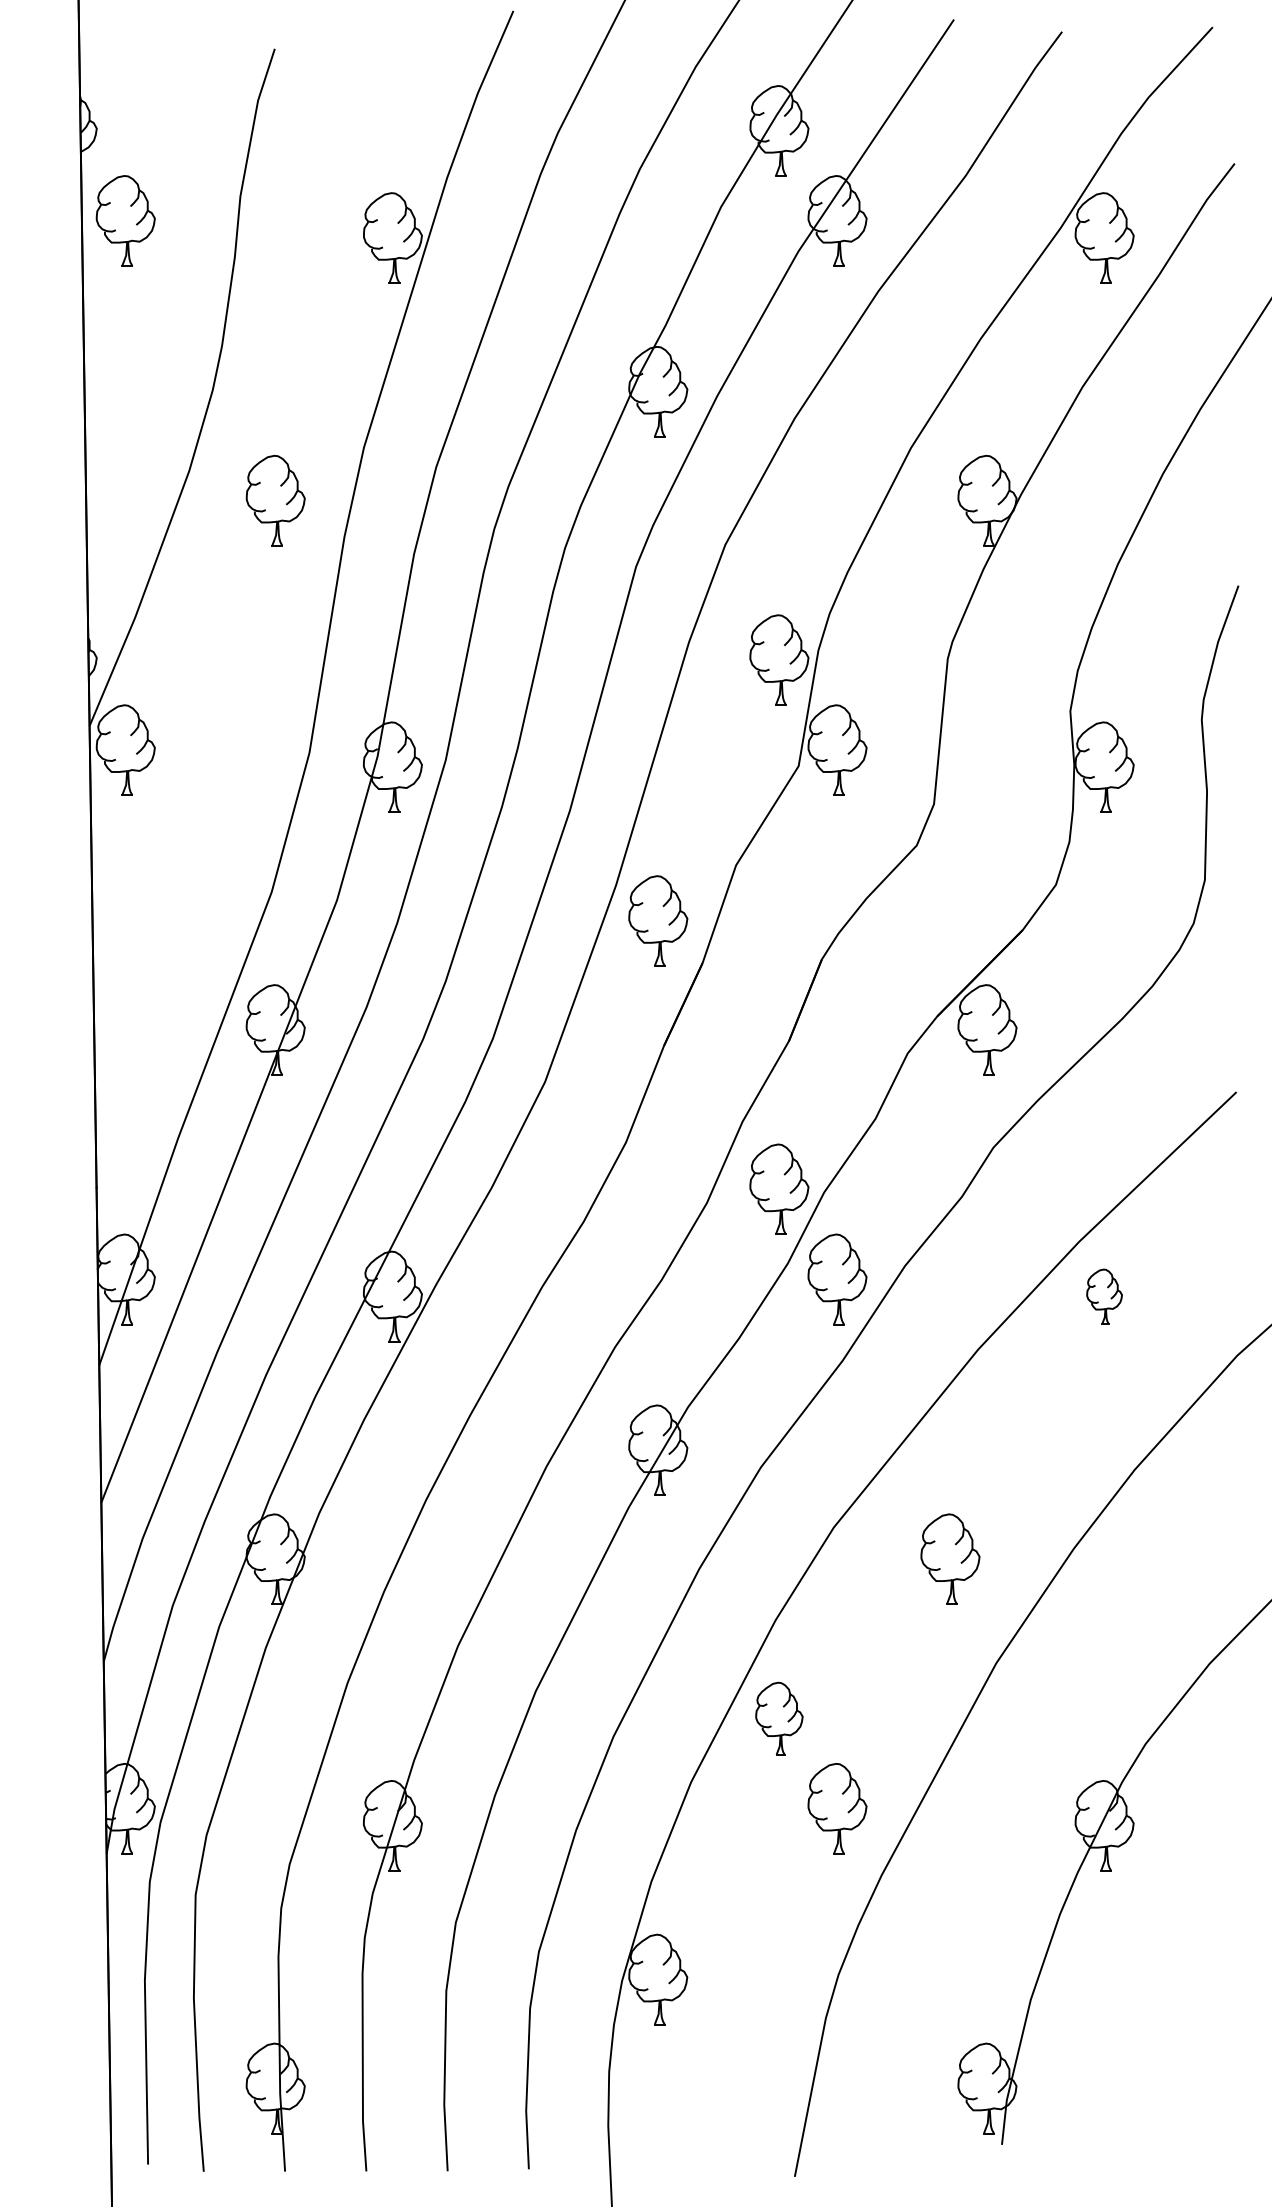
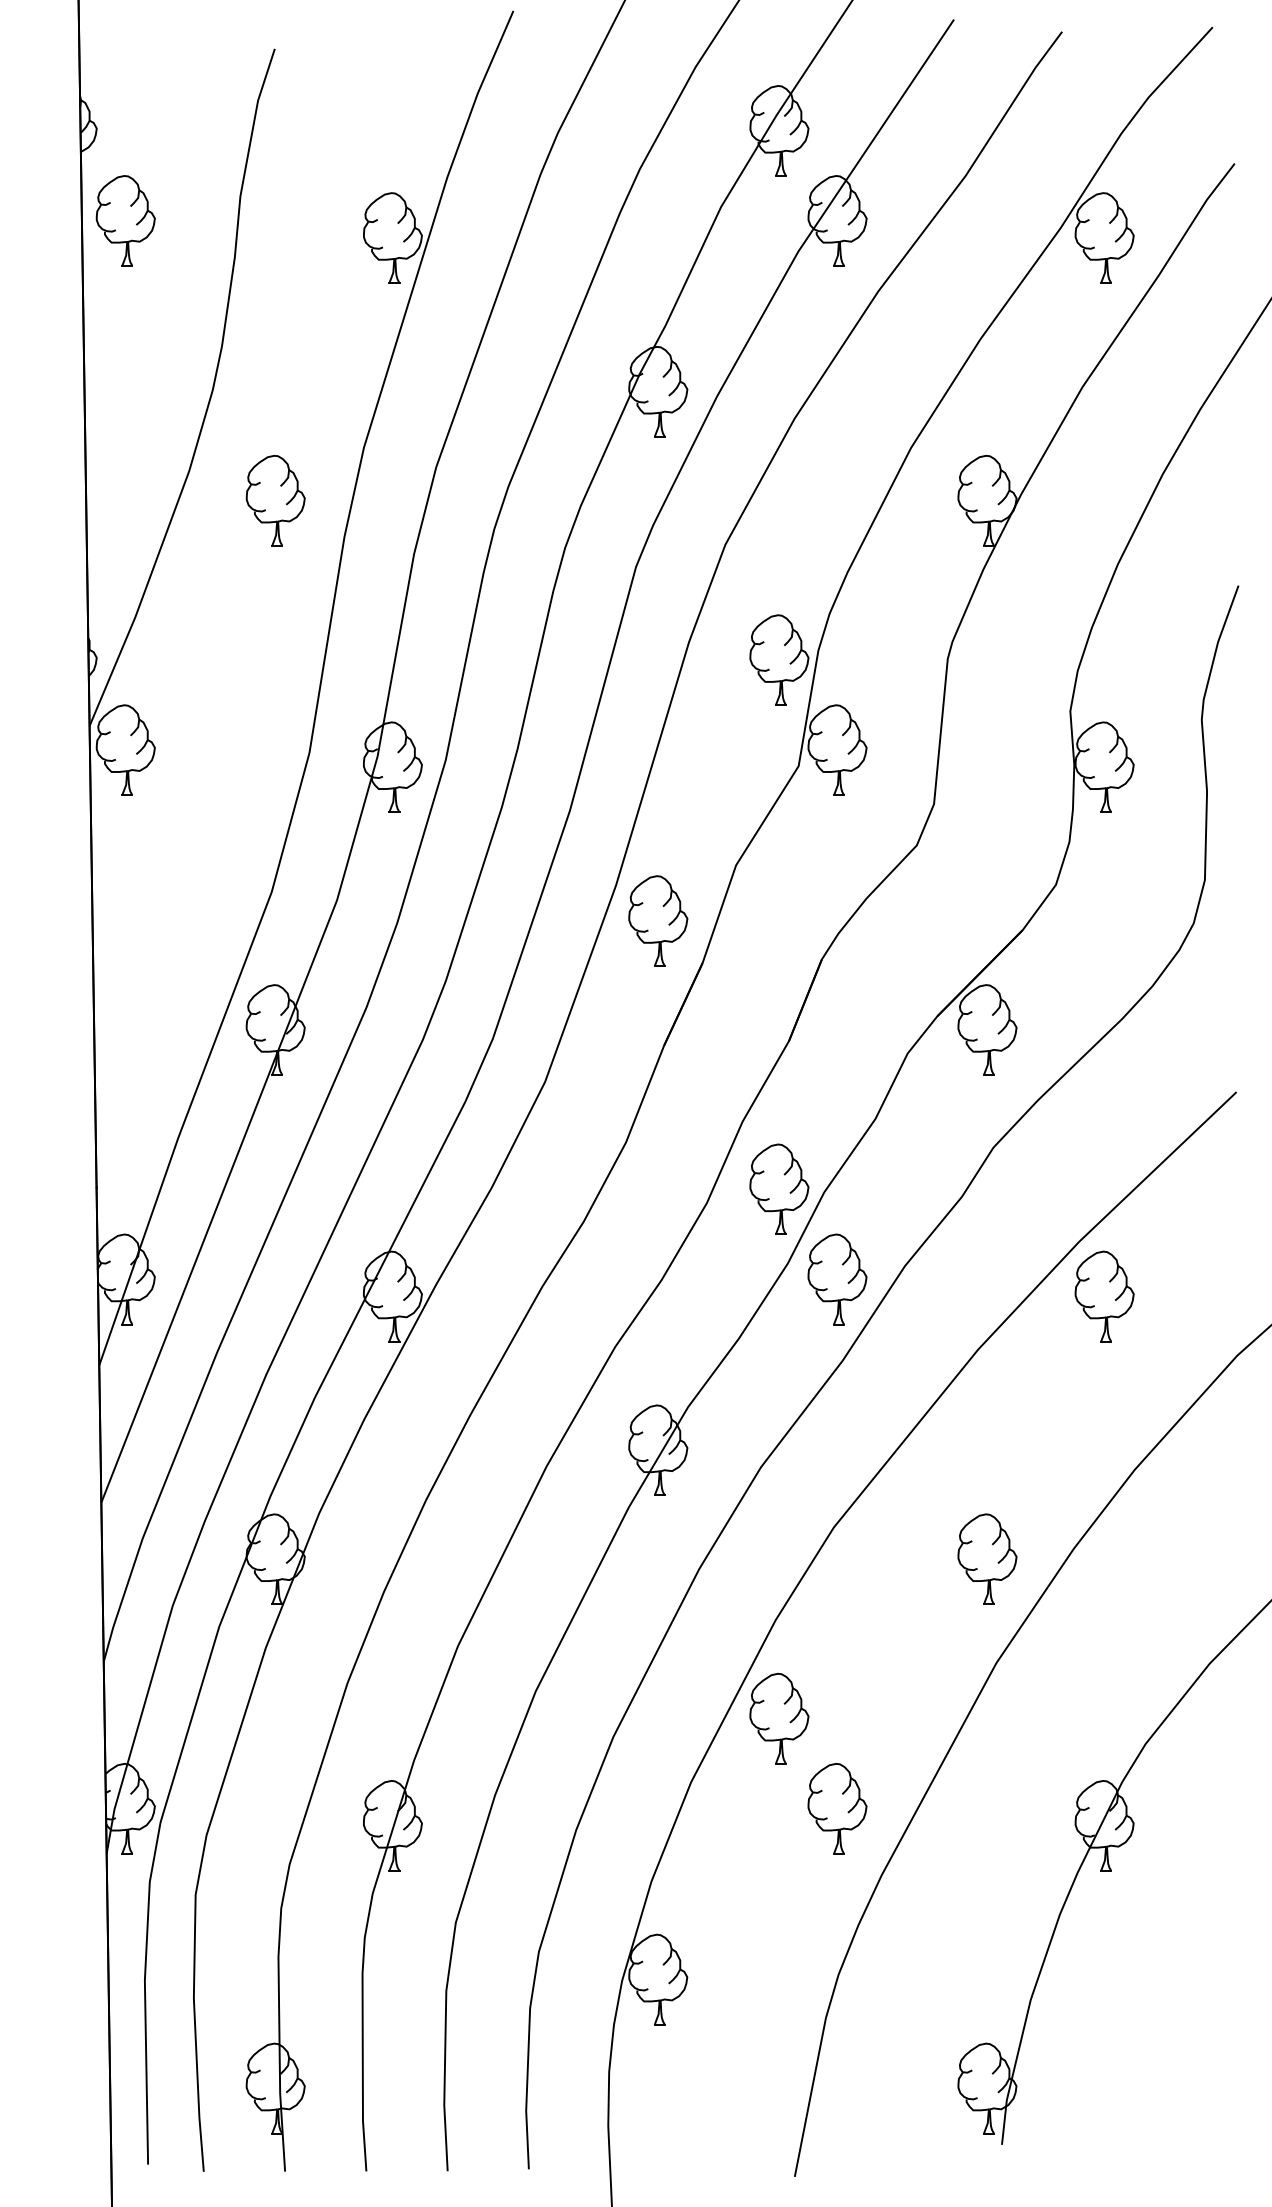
part at (1104, 1296) size: 37x57 px -> 61x93 px
part at (950, 1558) position: (950, 1558) -> (987, 1558)
part at (779, 1718) size: 49x75 px -> 61x93 px
